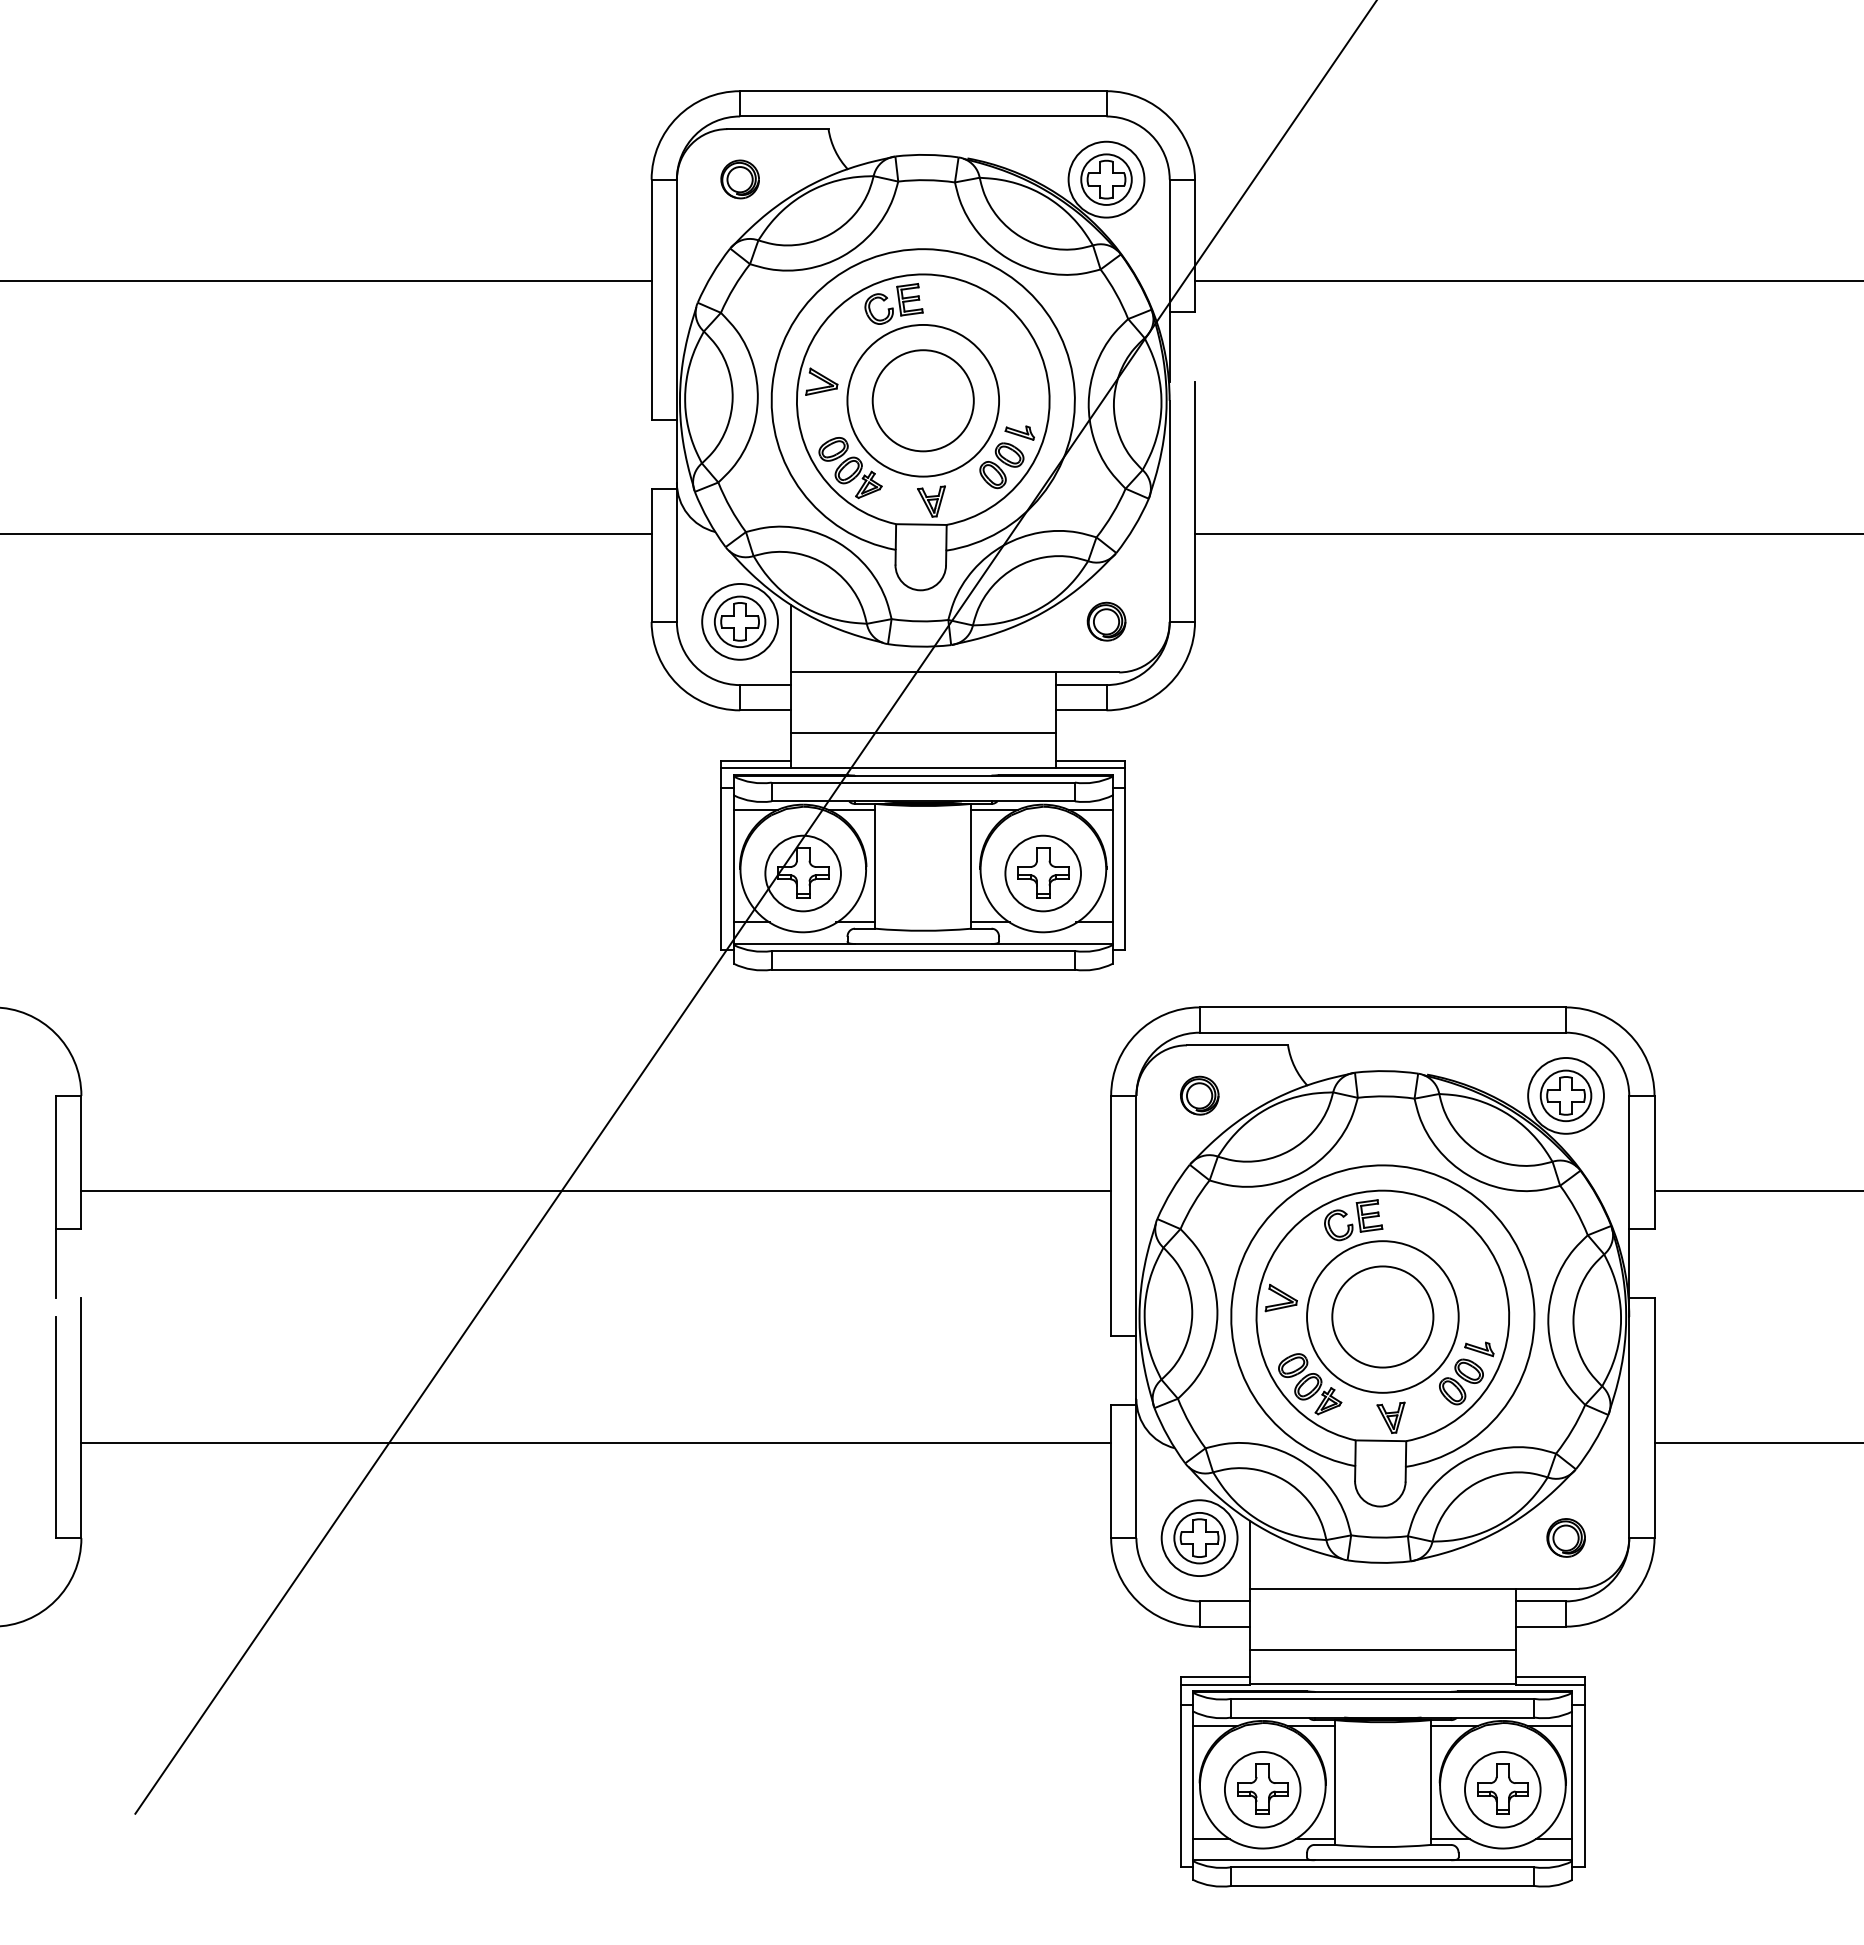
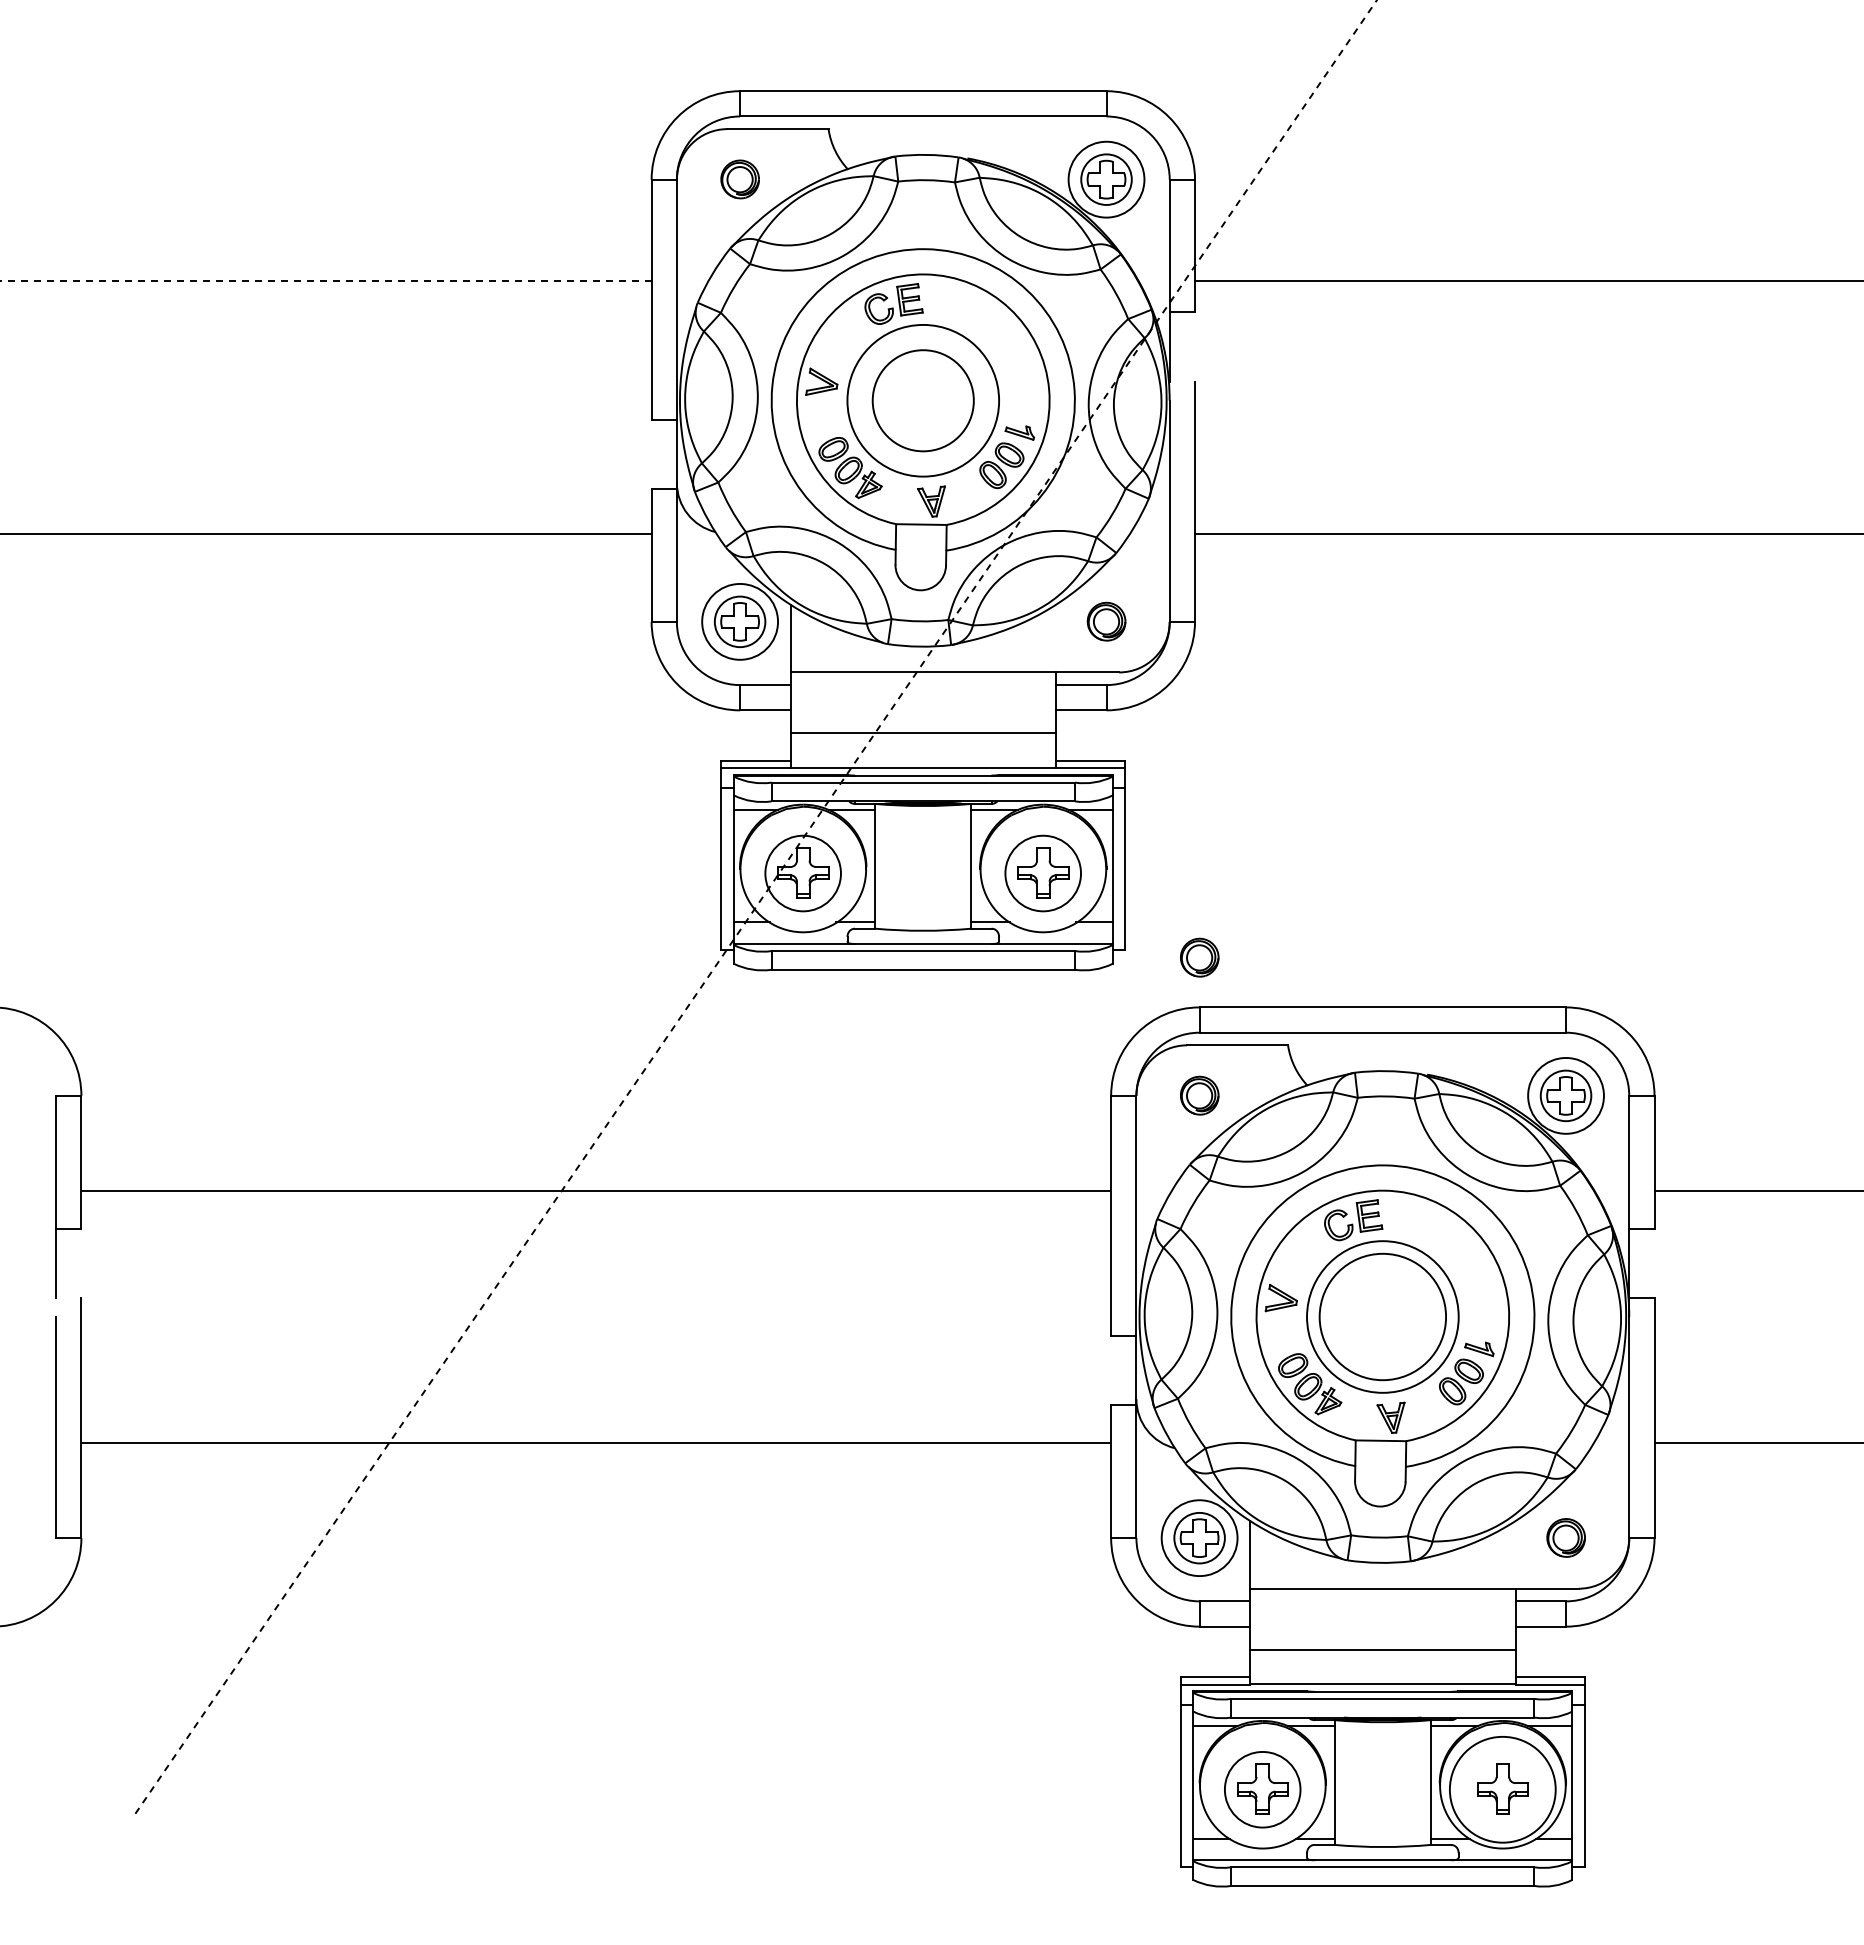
line at (325, 280): solid -> dashed
line at (756, 906): solid -> dashed
part at (1199, 957): none -> present
circle at (1382, 1316) diameter: 101 px -> 126 px
circle at (1502, 1789) diameter: 76 px -> 106 px
